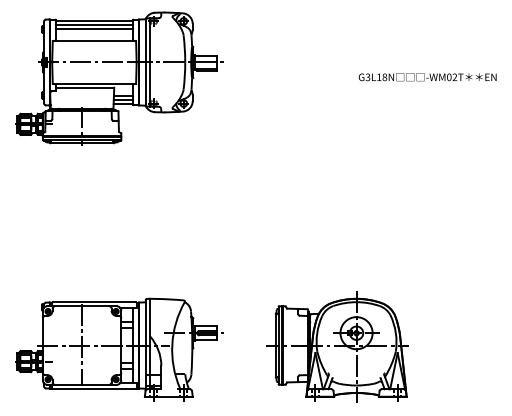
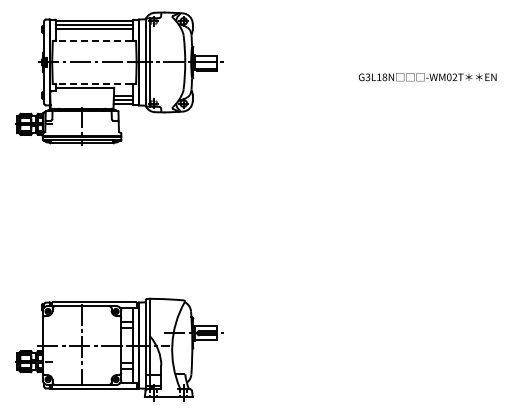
line at (93, 41): solid -> dashed
line at (93, 83): solid -> dashed
part at (337, 346): present -> none
